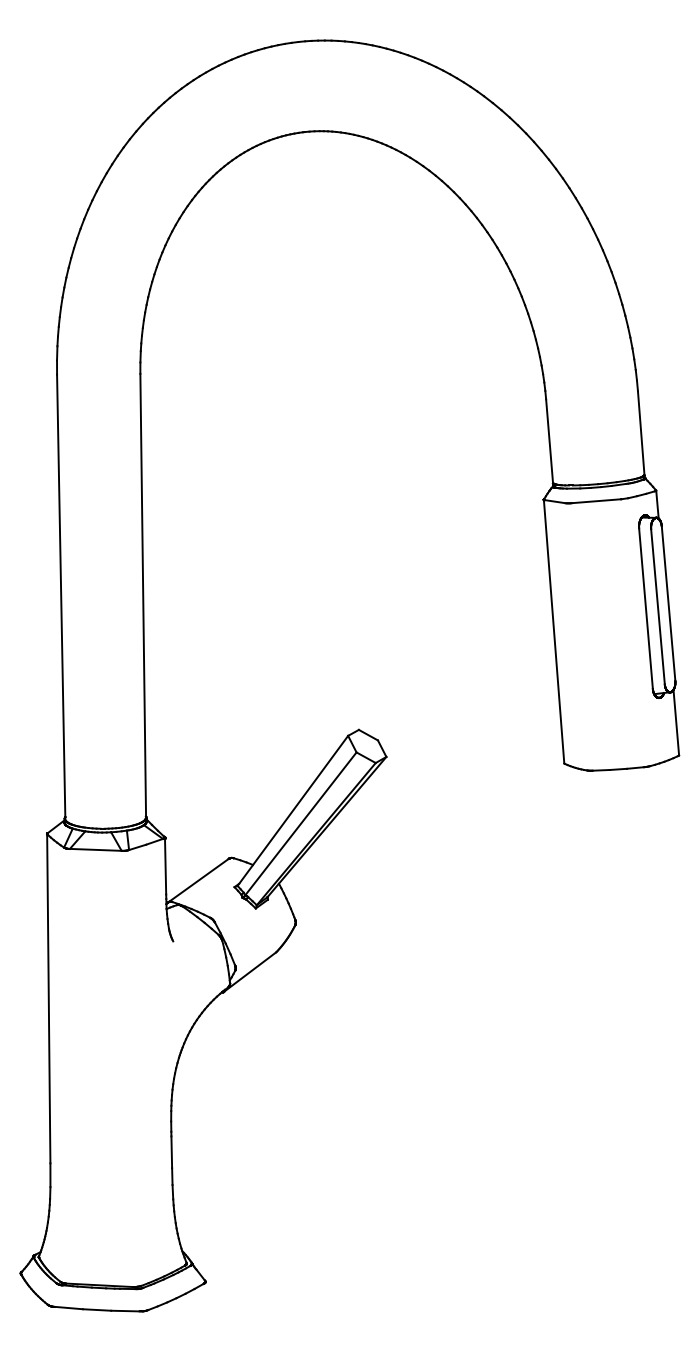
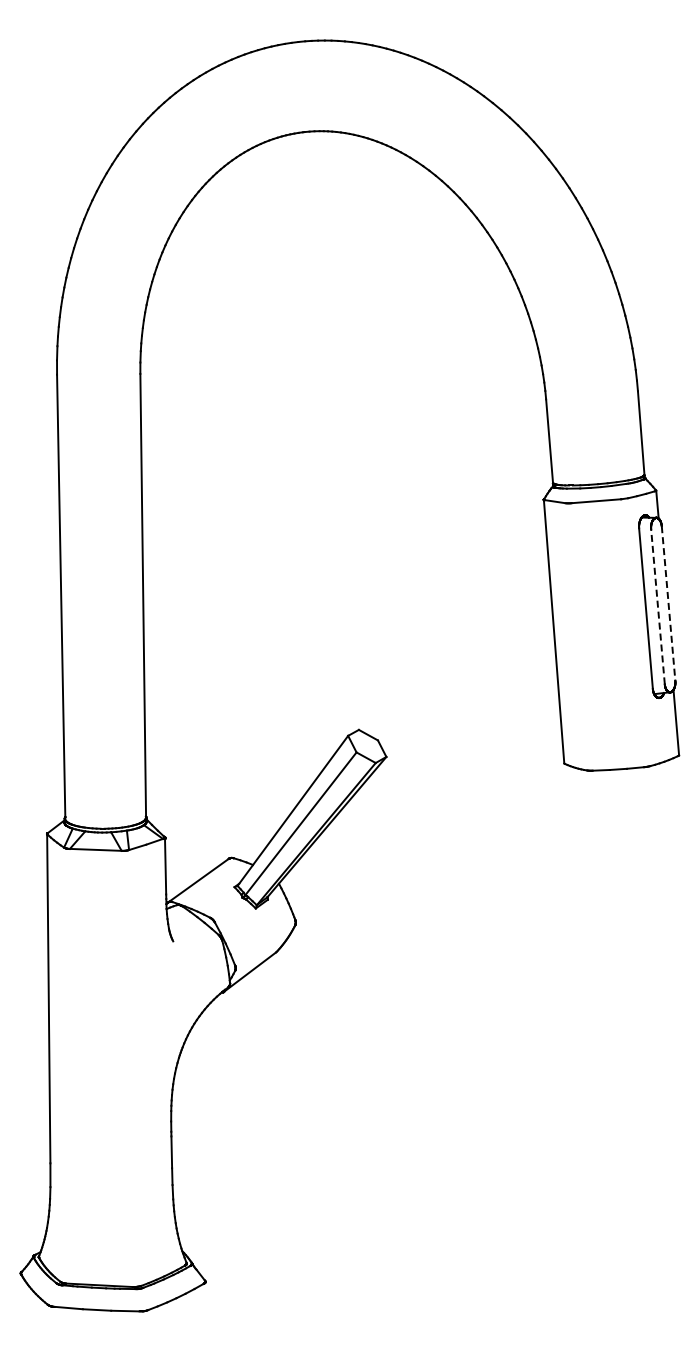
line at (668, 603): solid -> dashed
line at (657, 606): solid -> dashed
